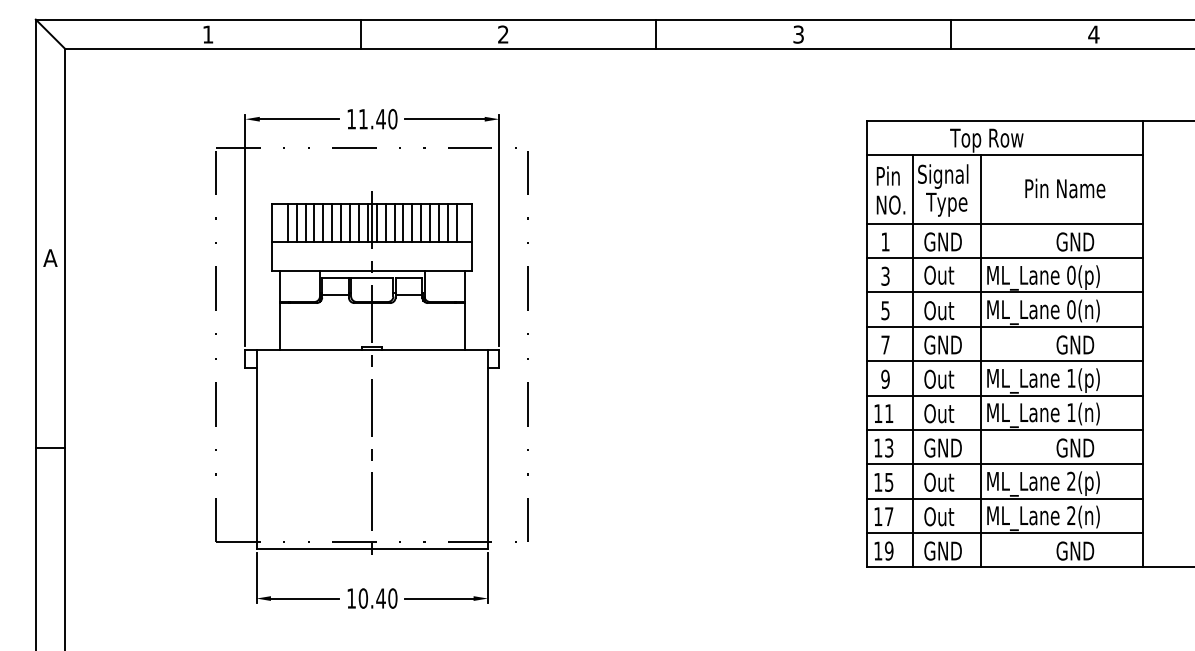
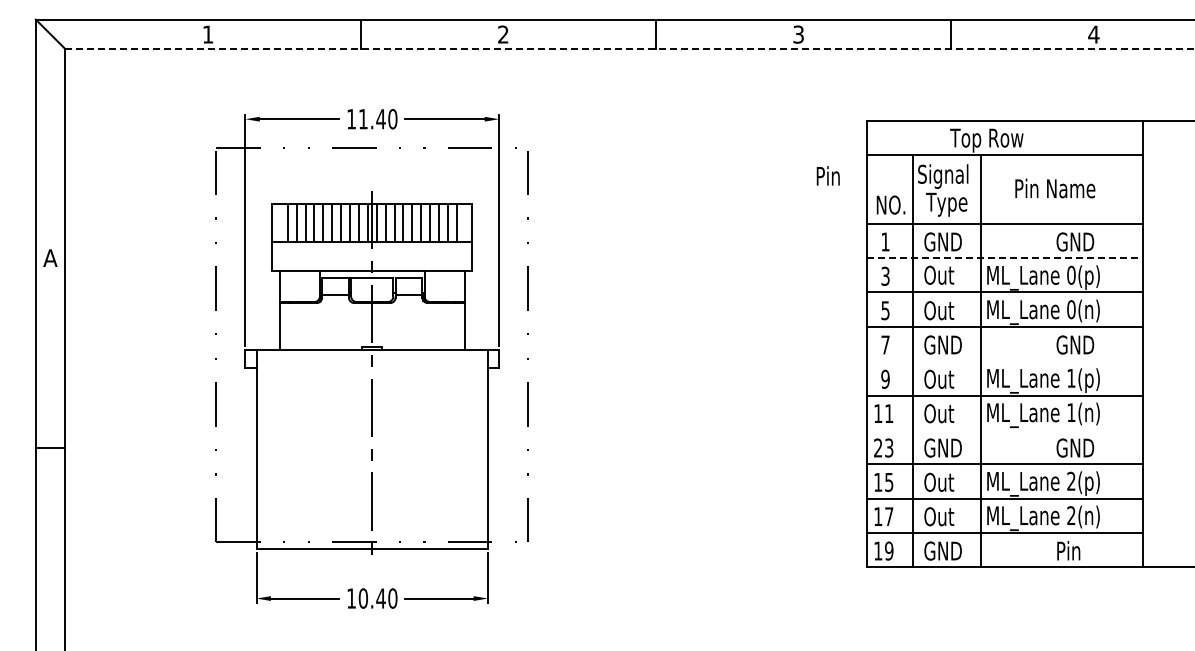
line at (630, 49): solid -> dashed
text at (887, 175) position: (887, 175) -> (827, 175)
text at (1065, 188) position: (1065, 188) -> (1055, 188)
line at (1004, 258): solid -> dashed
line at (1004, 361): present -> none
line at (1004, 429): present -> none
text at (878, 447): 13 -> 23
text at (1075, 550): GND -> Pin
